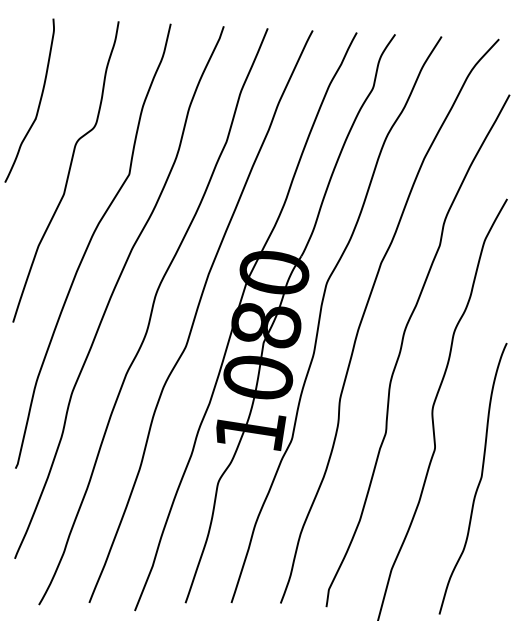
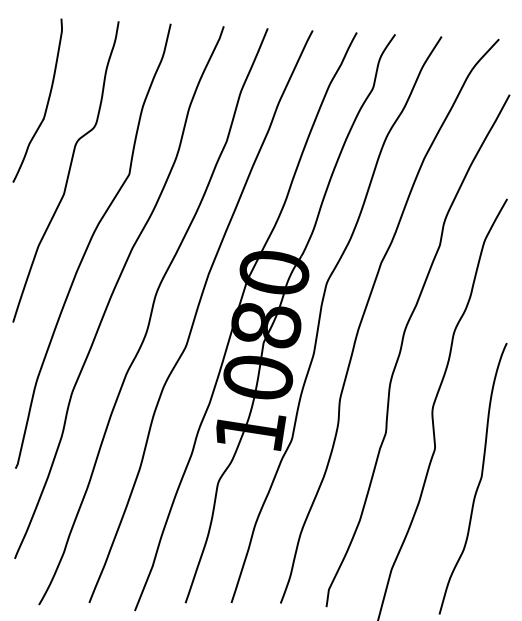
curve at (38, 103) position: (38, 103) -> (46, 103)
